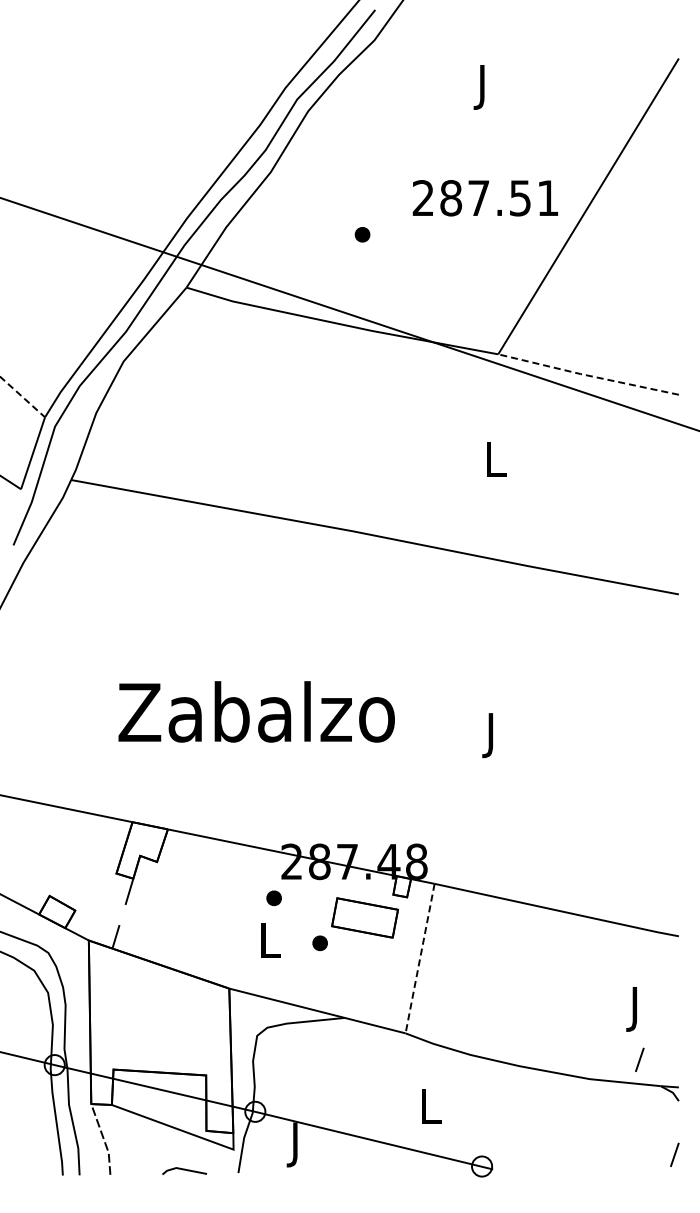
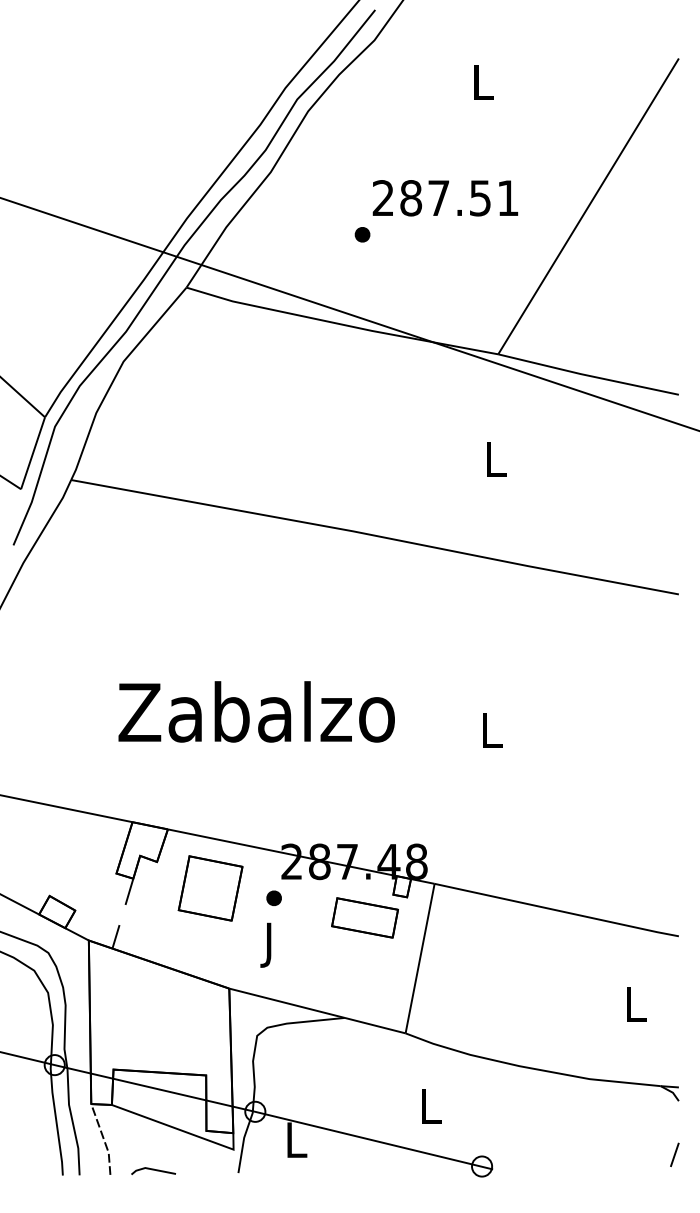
text at (483, 87): J -> L
text at (485, 198) position: (485, 198) -> (445, 198)
line at (587, 375): dashed -> solid
line at (22, 397): dashed -> solid
text at (492, 735): J -> L
part at (210, 888): none -> present
part at (319, 942): present -> none
text at (270, 944): L -> J
line at (420, 959): dashed -> solid
text at (636, 1009): J -> L
line at (639, 1059): present -> none
text at (296, 1144): J -> L
line at (184, 1170) position: (184, 1170) -> (153, 1170)
